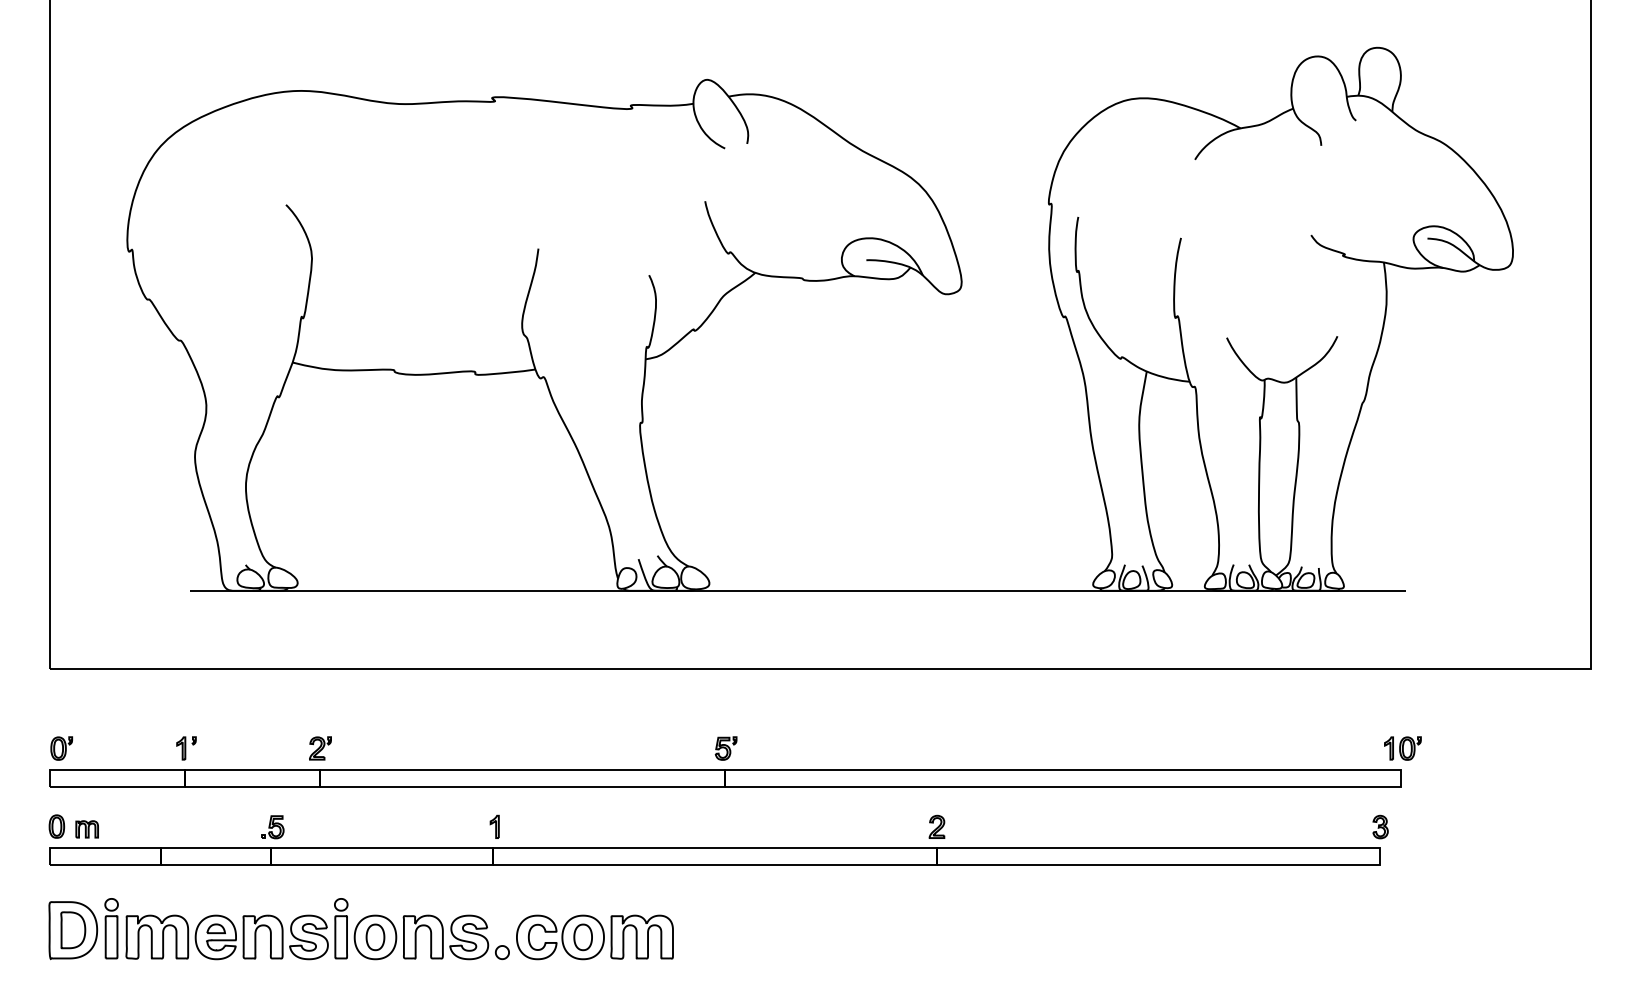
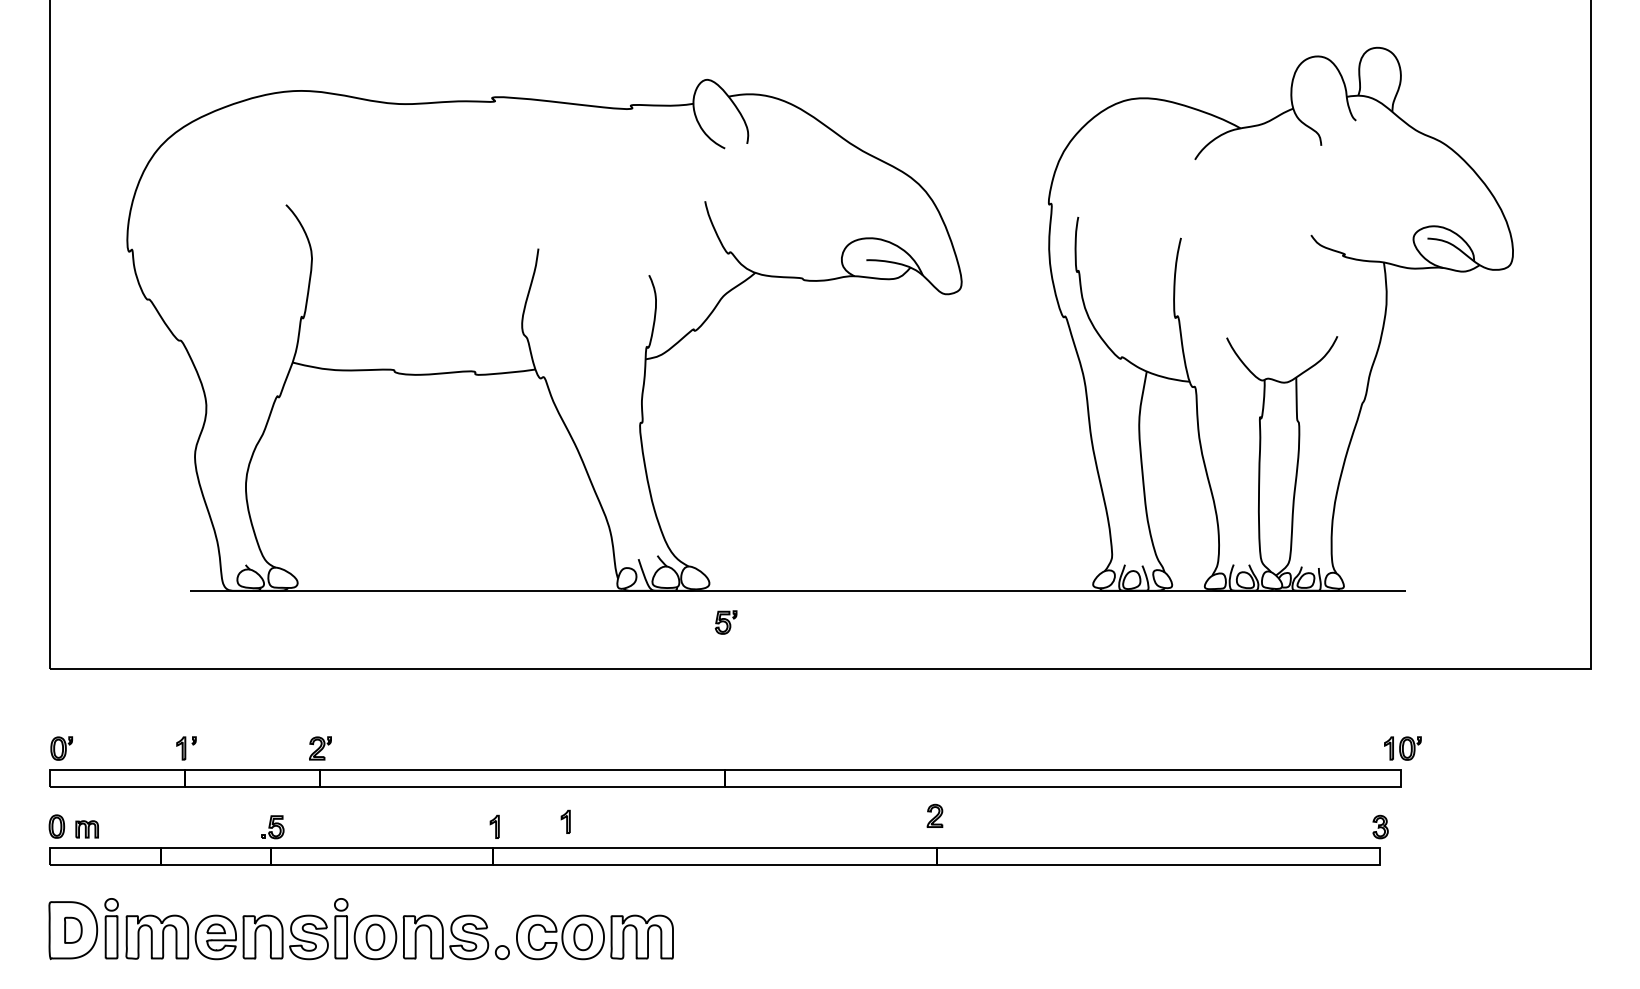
part at (725, 748) position: (725, 748) -> (725, 622)
part at (565, 821): none -> present
part at (936, 826) position: (936, 826) -> (934, 815)
part at (73, 930) size: 27x39 px -> 19x28 px
